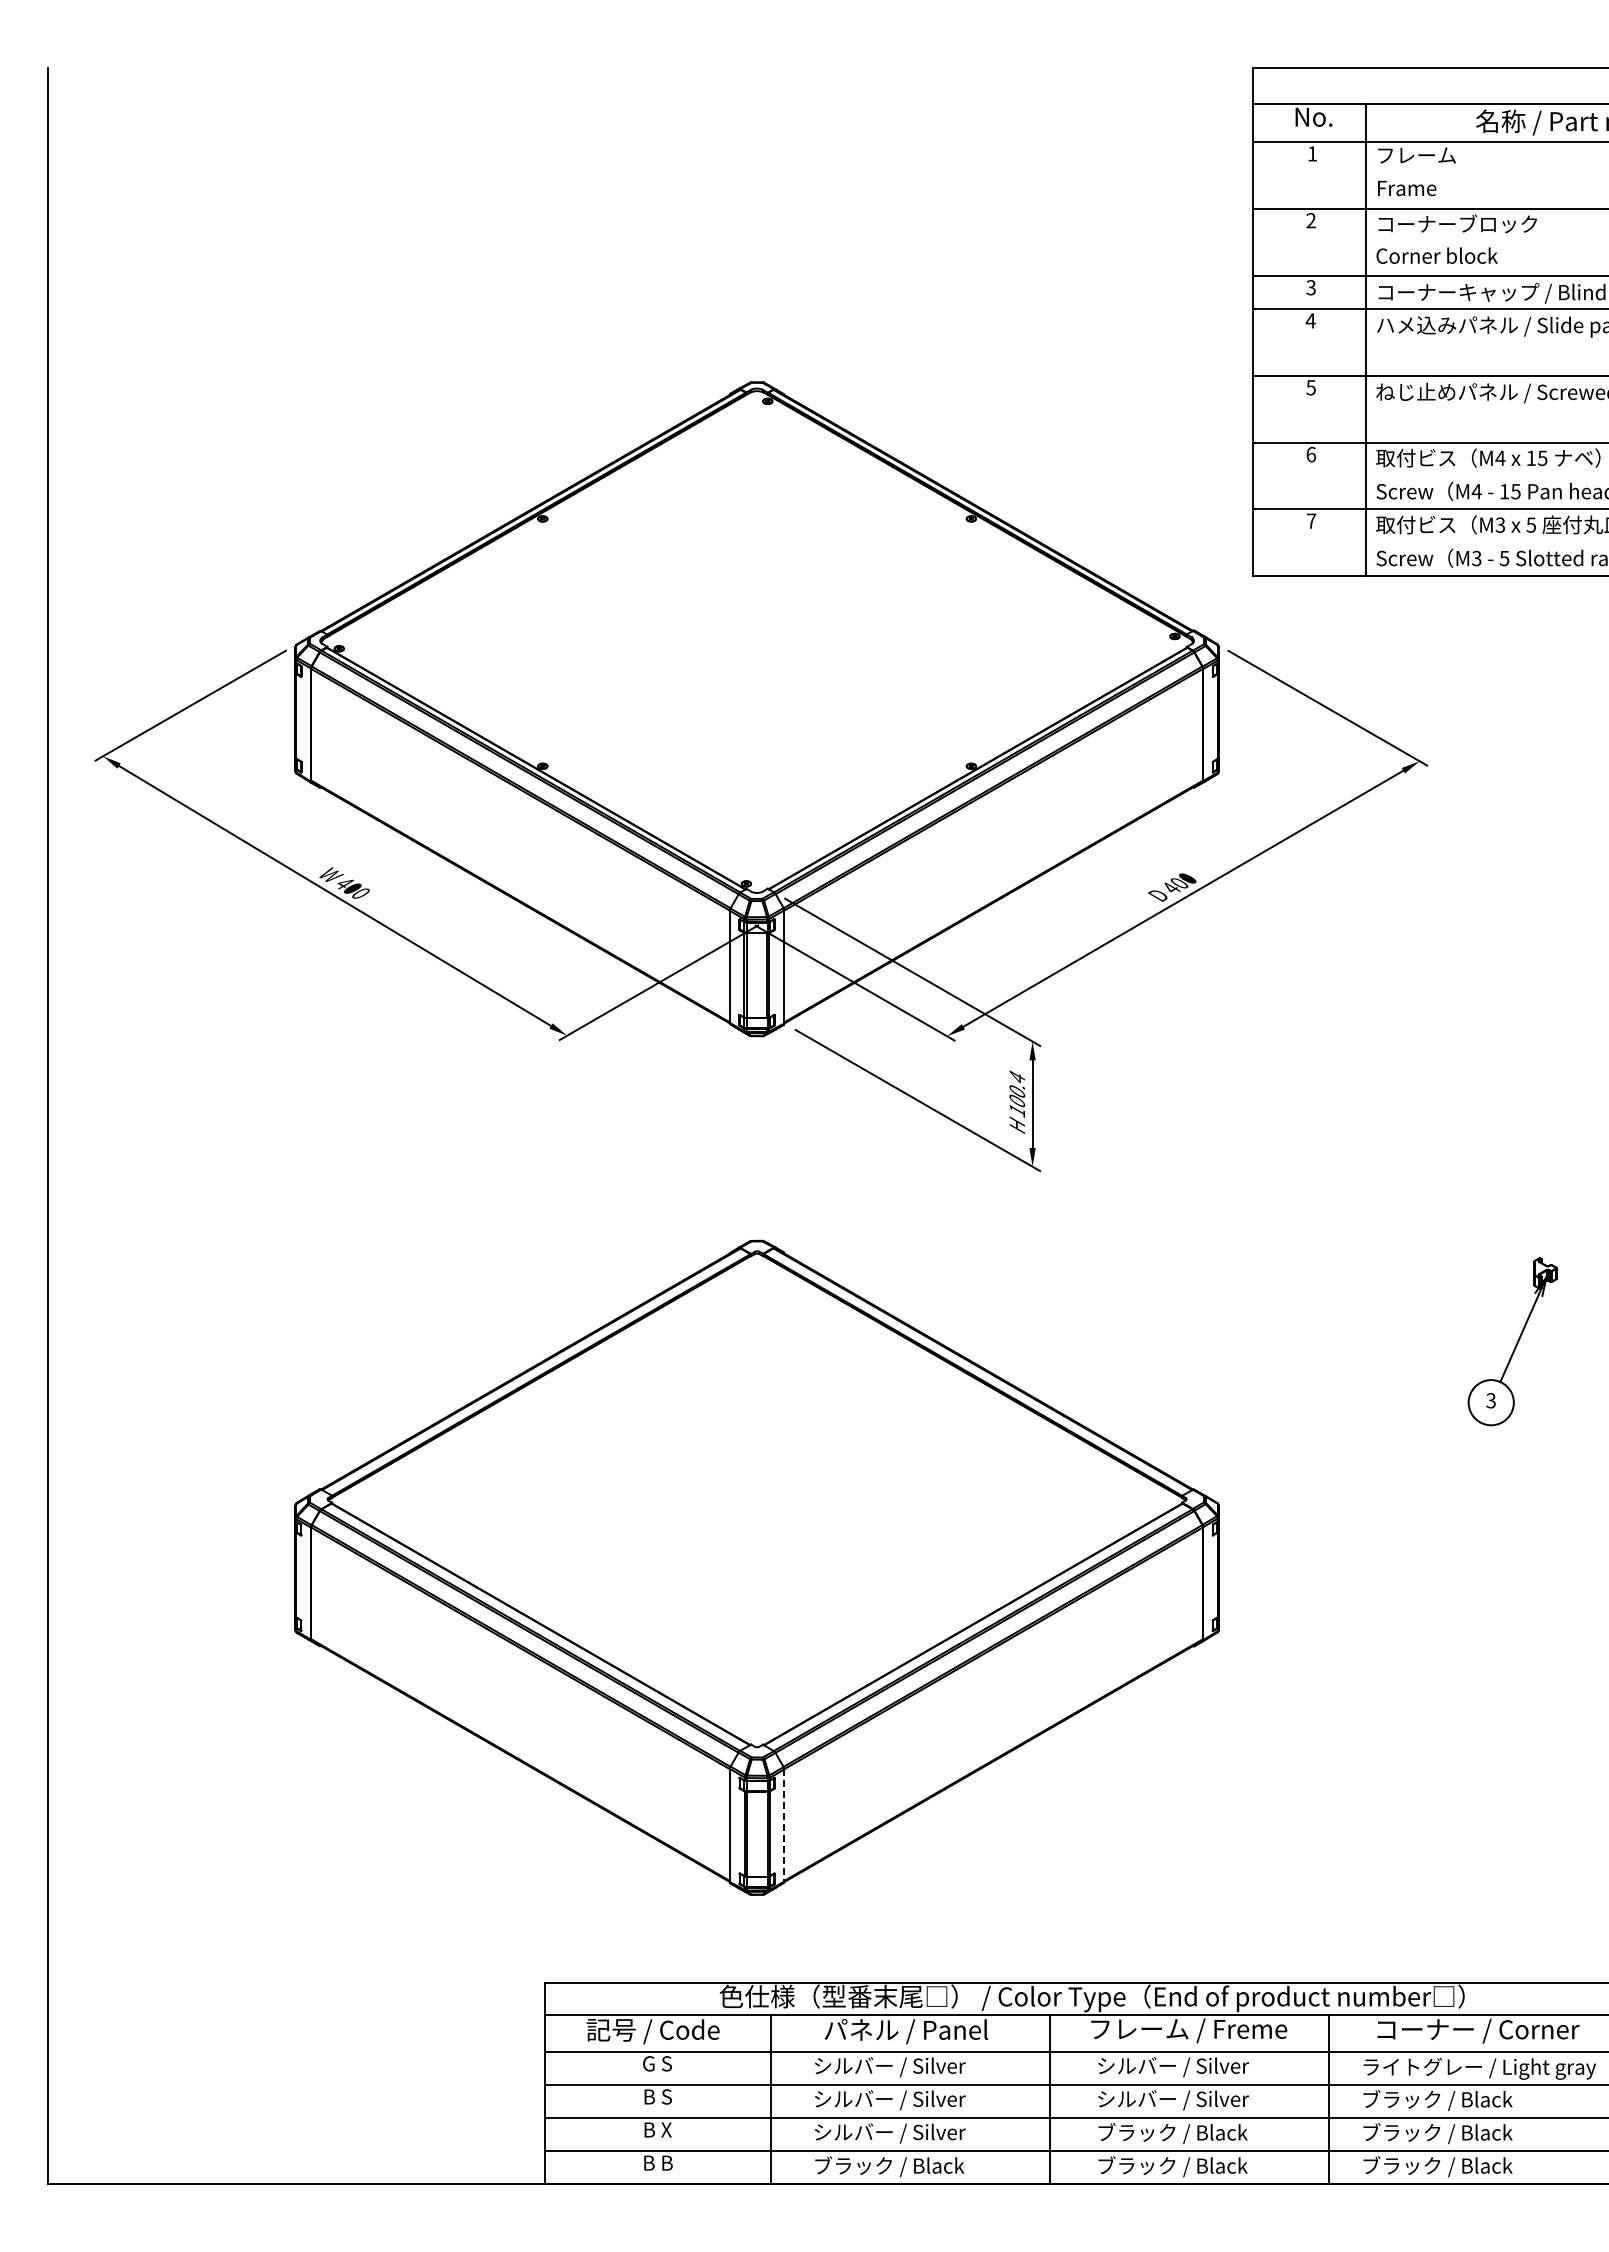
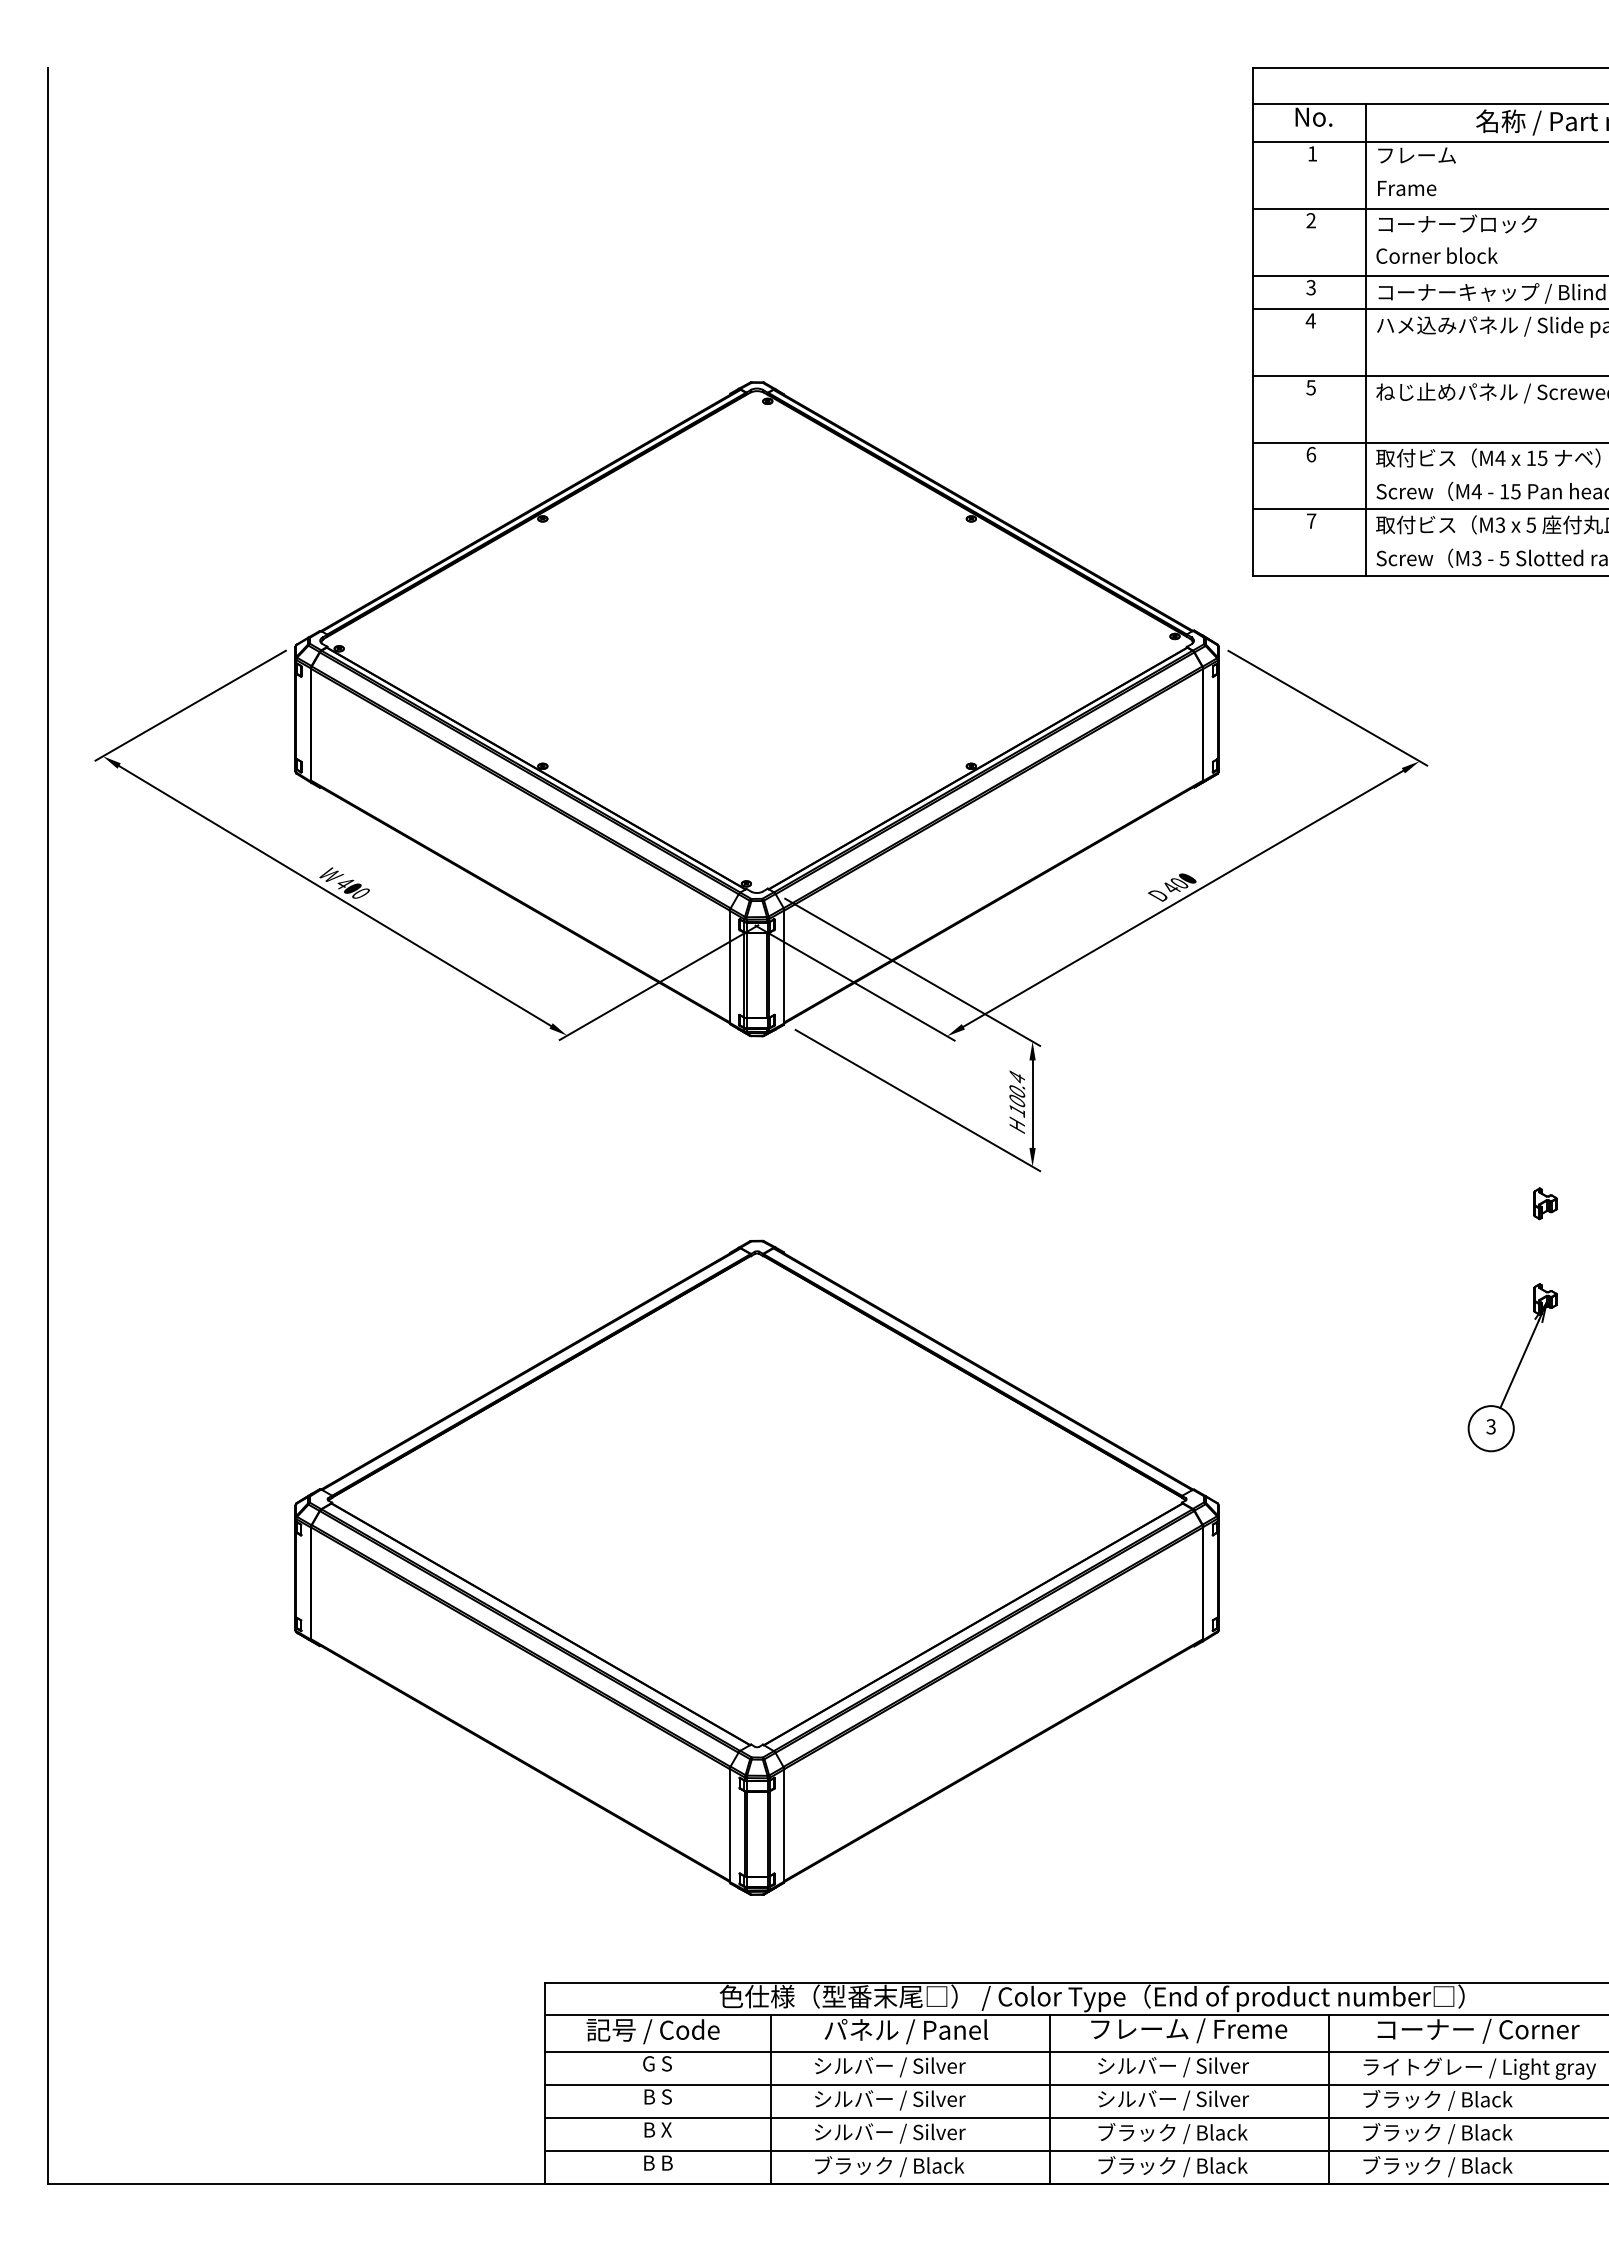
part at (1545, 1203): none -> present
part at (1512, 1341) position: (1512, 1341) -> (1512, 1367)
line at (784, 1825): dashed -> solid
